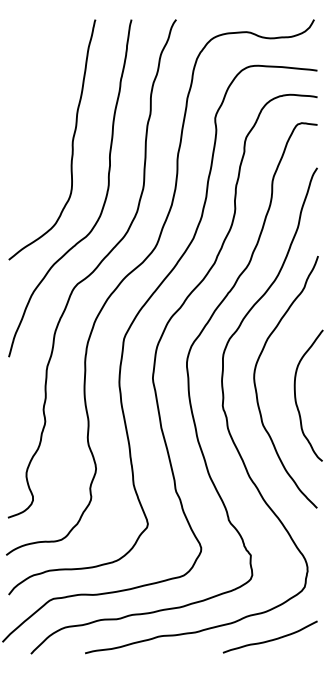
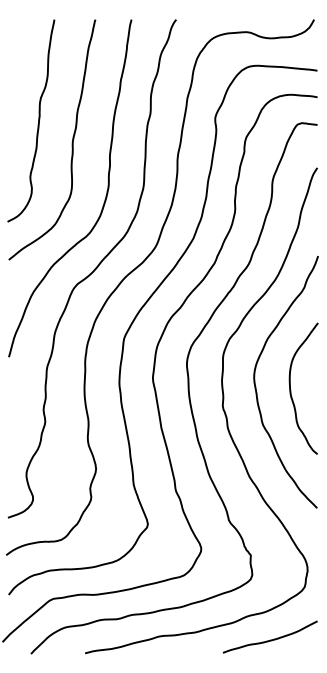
curve at (38, 120): none -> present
curve at (296, 396) position: (296, 396) -> (291, 389)
